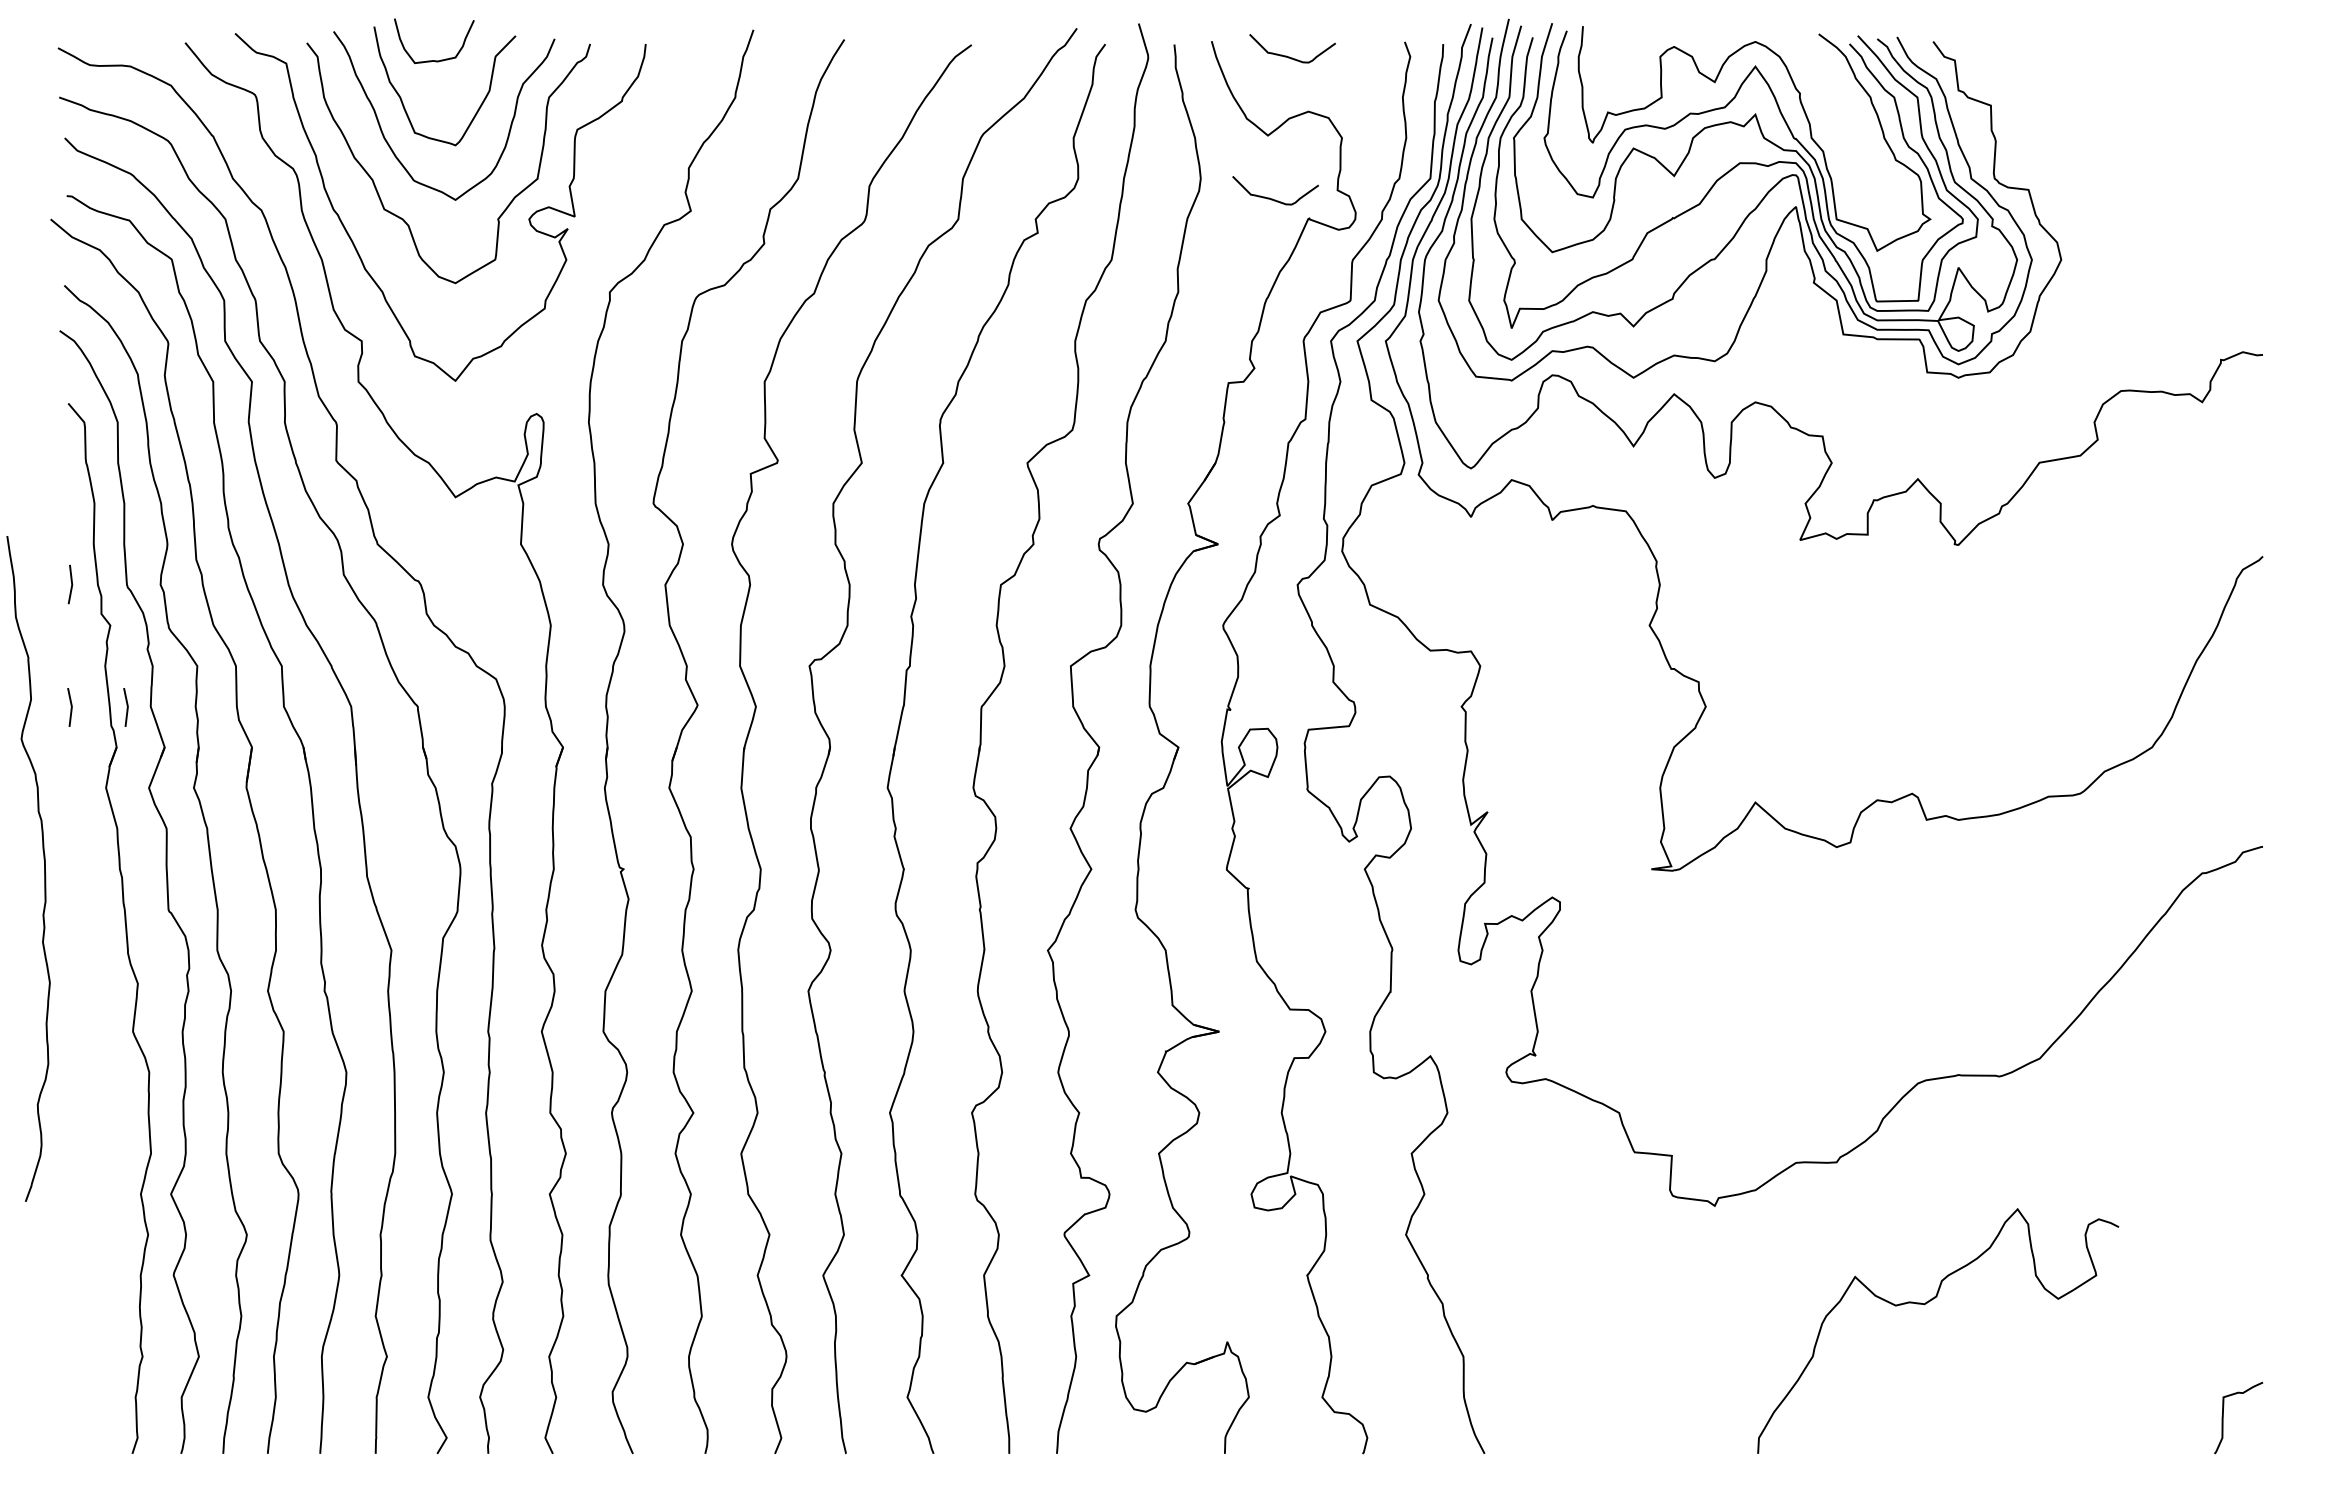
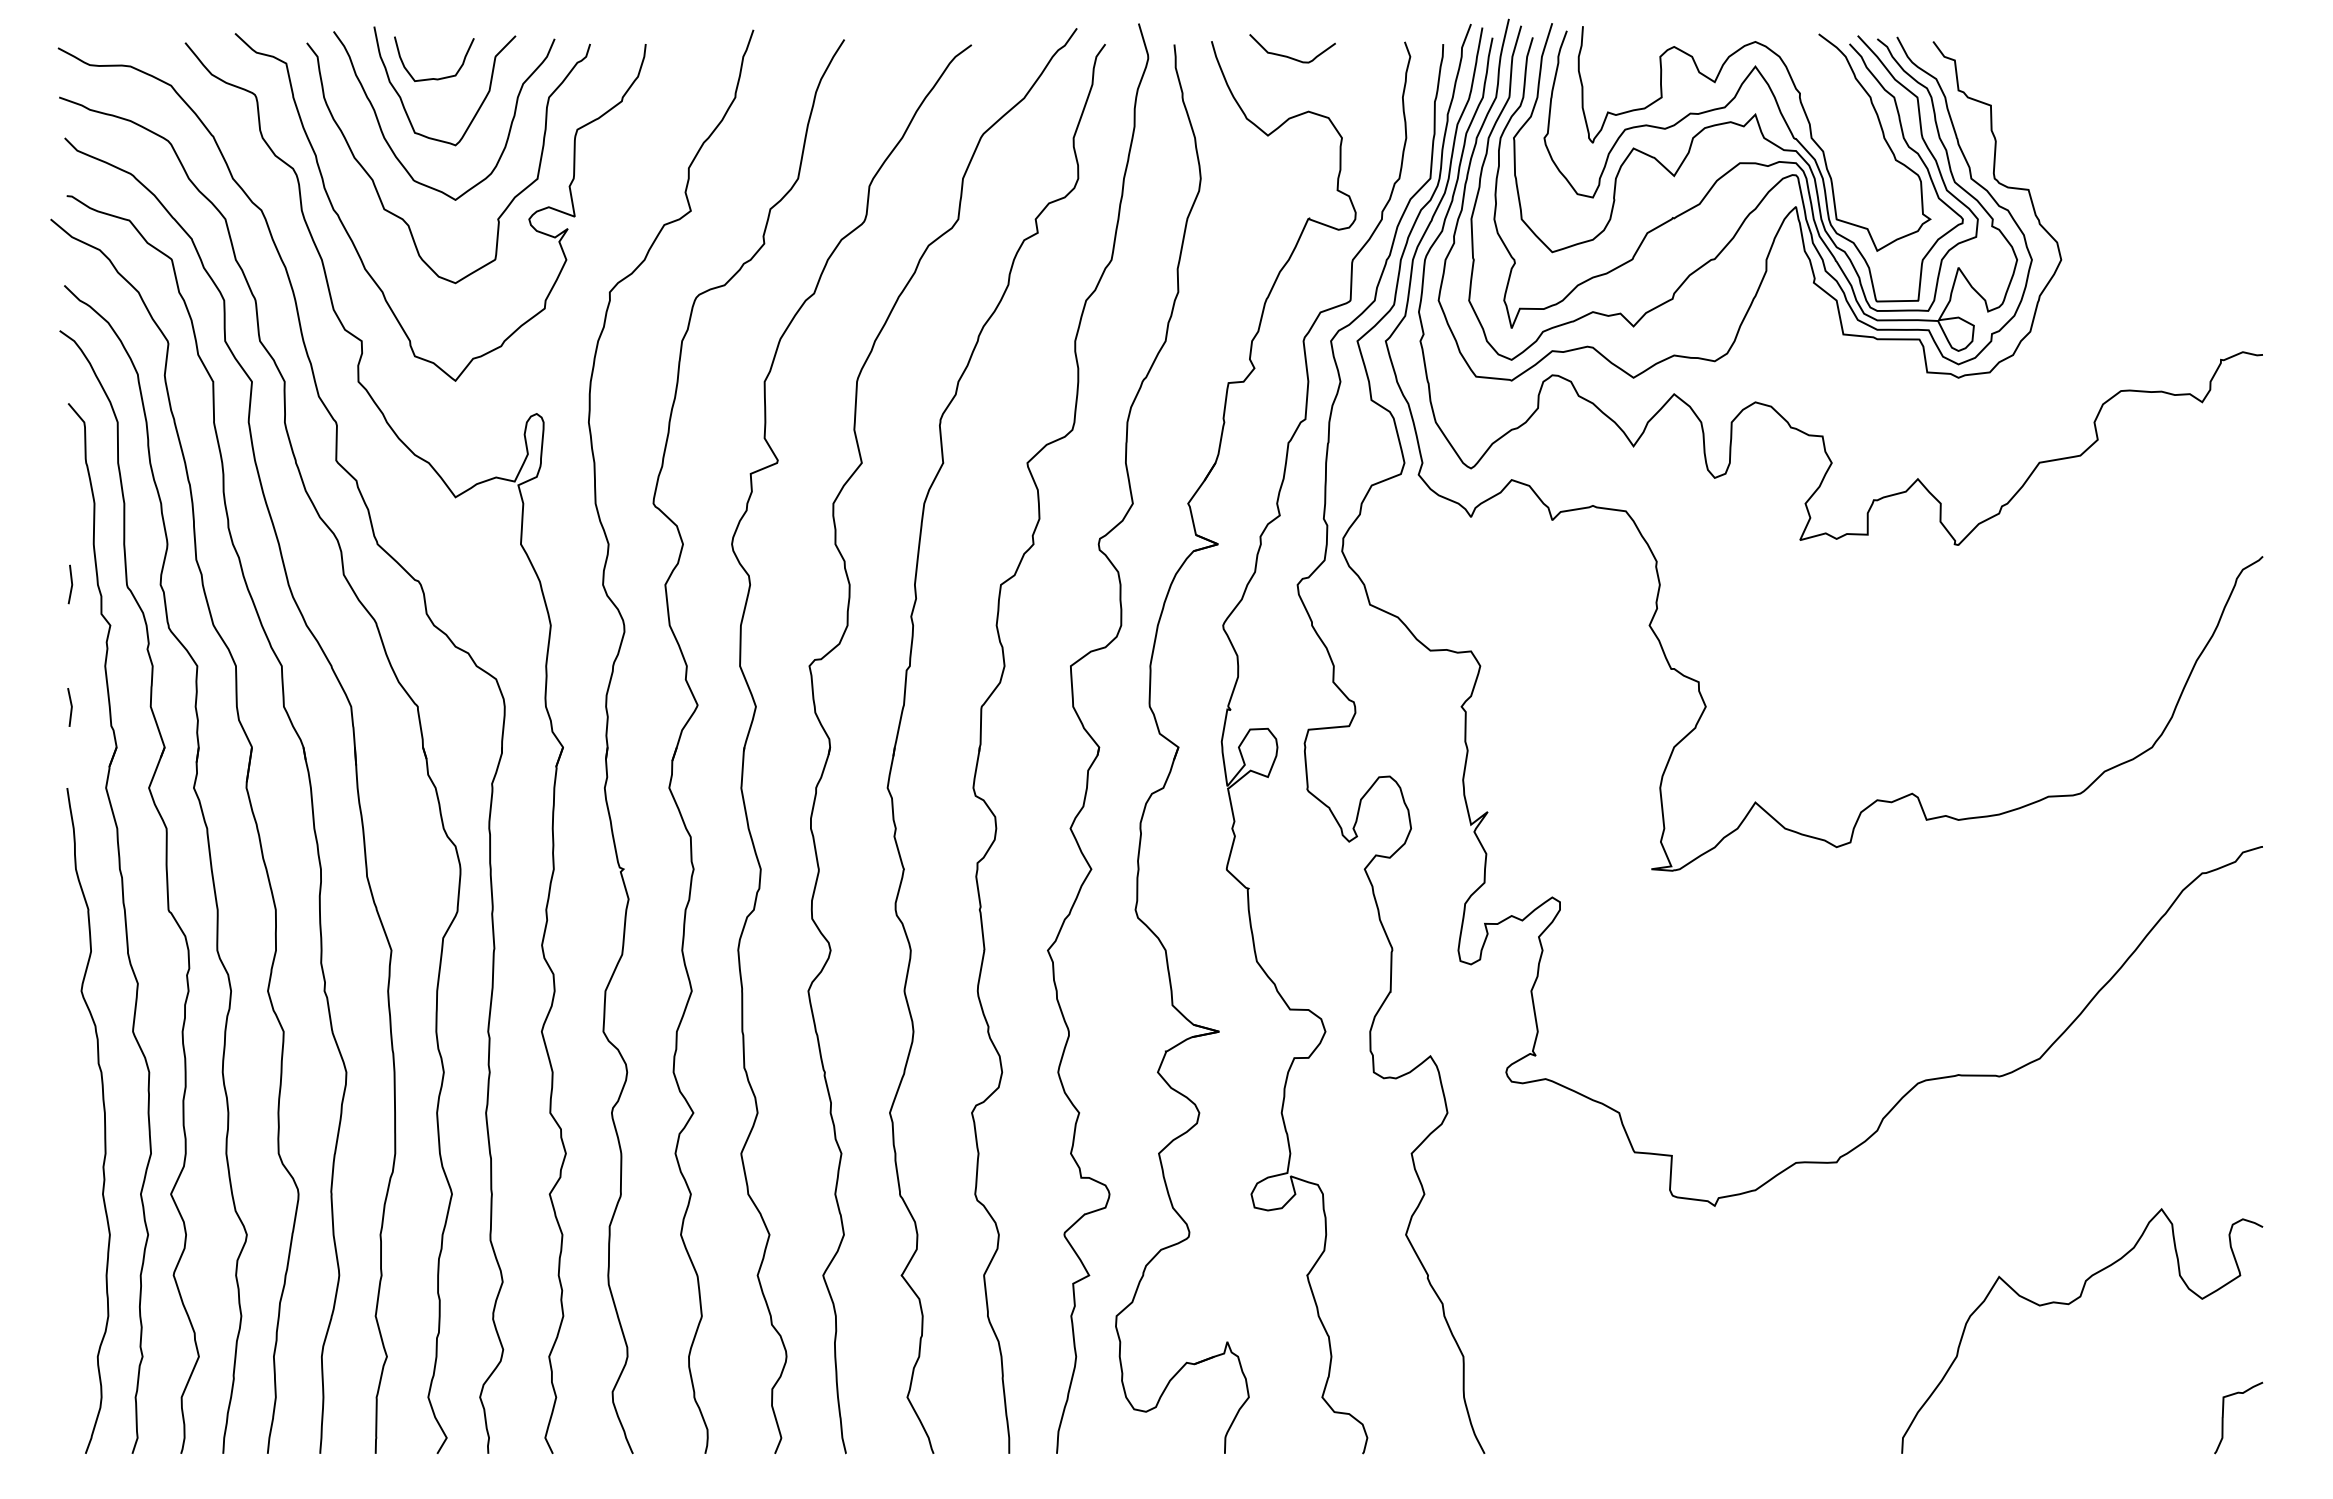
curve at (434, 60) position: (434, 60) -> (434, 78)
curve at (1272, 198): present -> none
line at (126, 707): present -> none
curve at (44, 868) position: (44, 868) -> (104, 1120)
curve at (1926, 1304) position: (1926, 1304) -> (2070, 1304)
